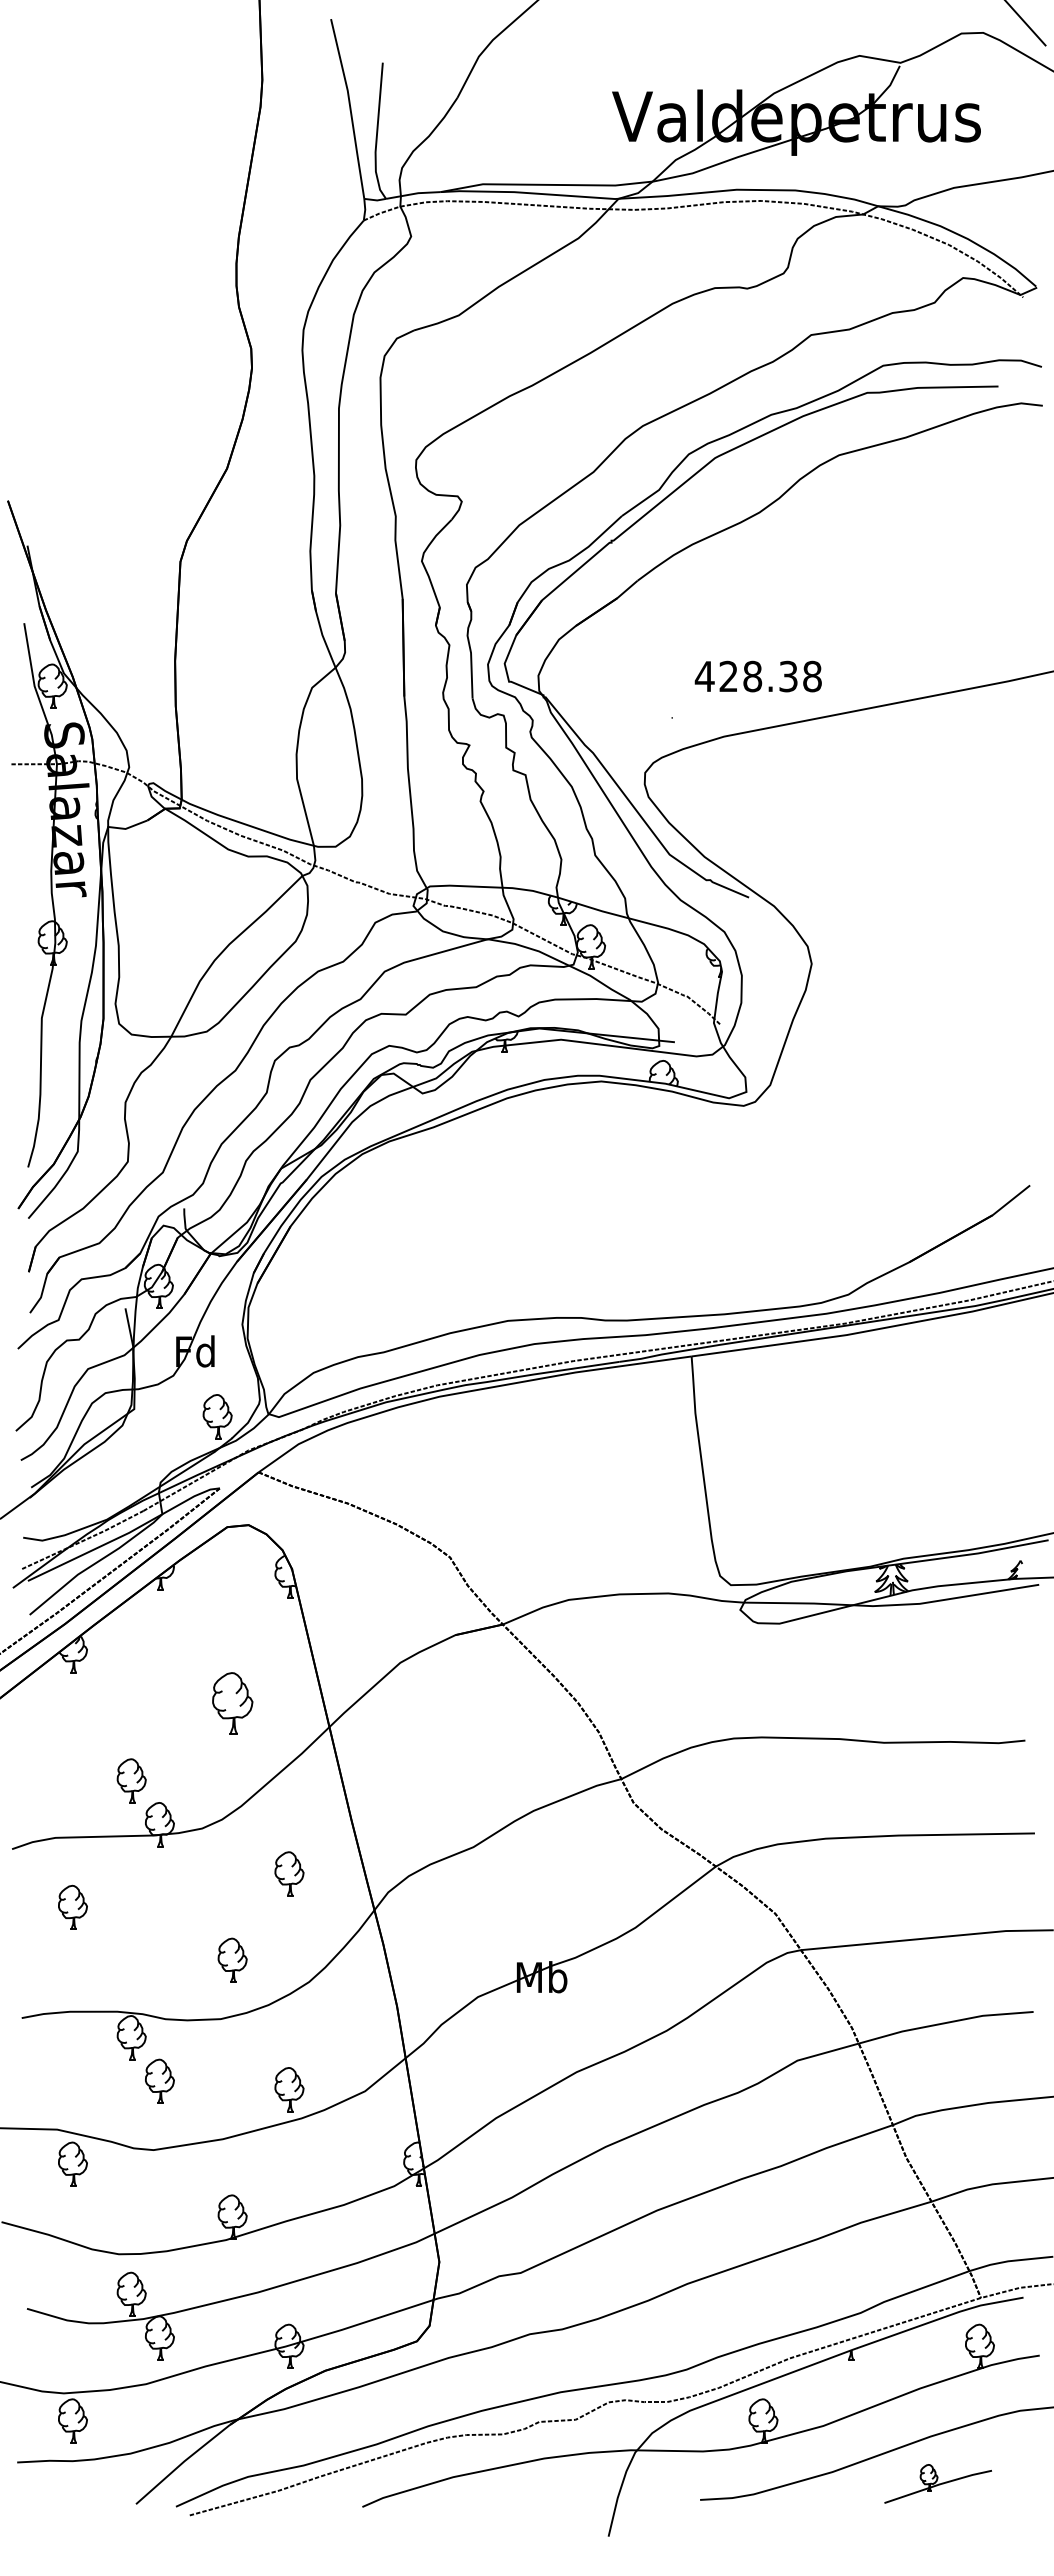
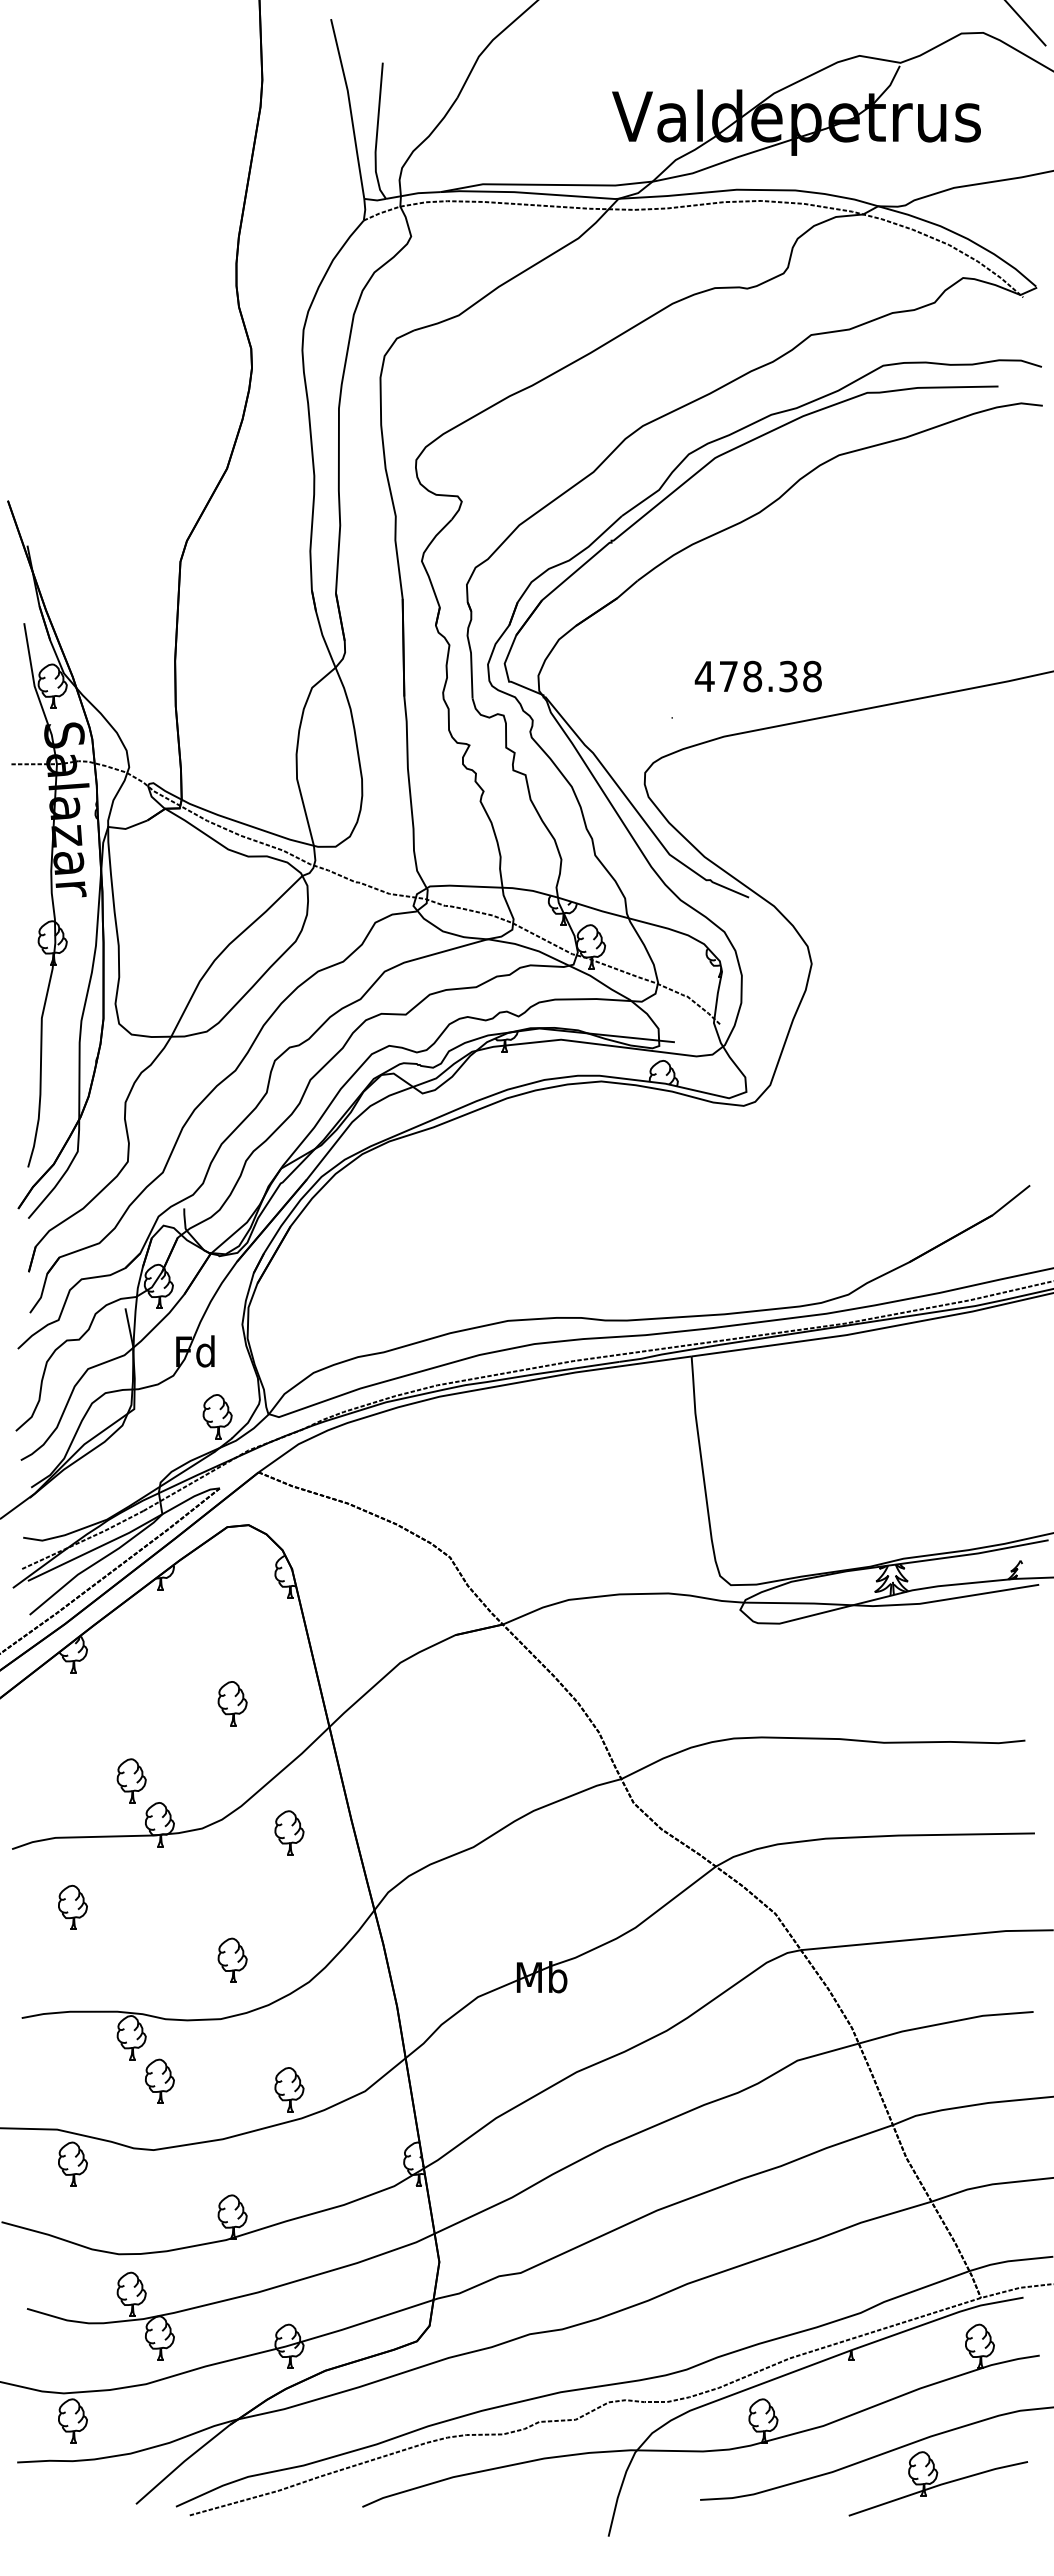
text at (728, 675): 428.38 -> 478.38
part at (232, 1703) size: 42x63 px -> 31x46 px
part at (289, 1873) position: (289, 1873) -> (289, 1832)
part at (937, 2483) size: 108x40 px -> 180x66 px
